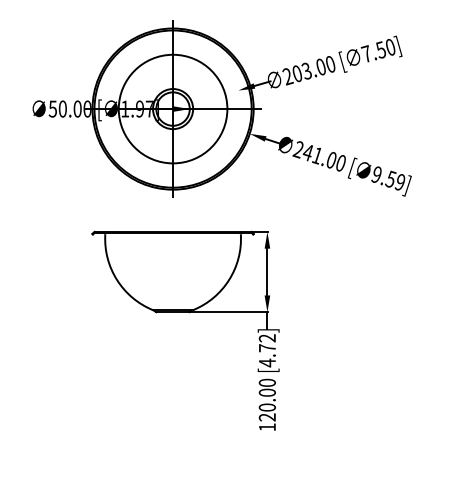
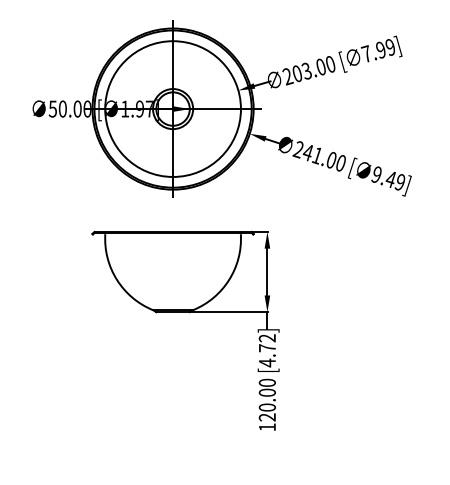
text at (385, 48): 7.50] -> 7.99]
circle at (172, 108) diameter: 109 px -> 136 px
text at (390, 178): 9.59] -> 9.49]
